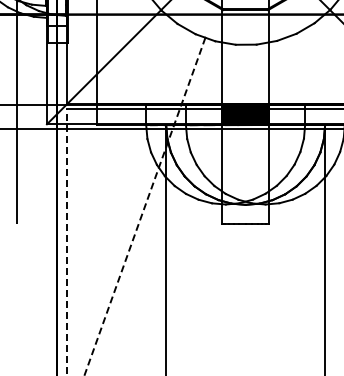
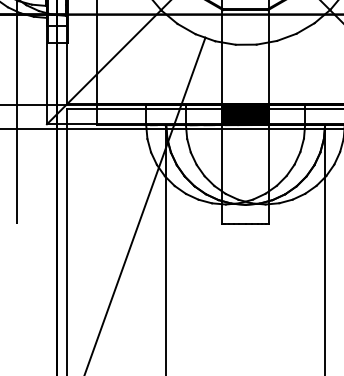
line at (144, 207): dashed -> solid
line at (66, 241): dashed -> solid
